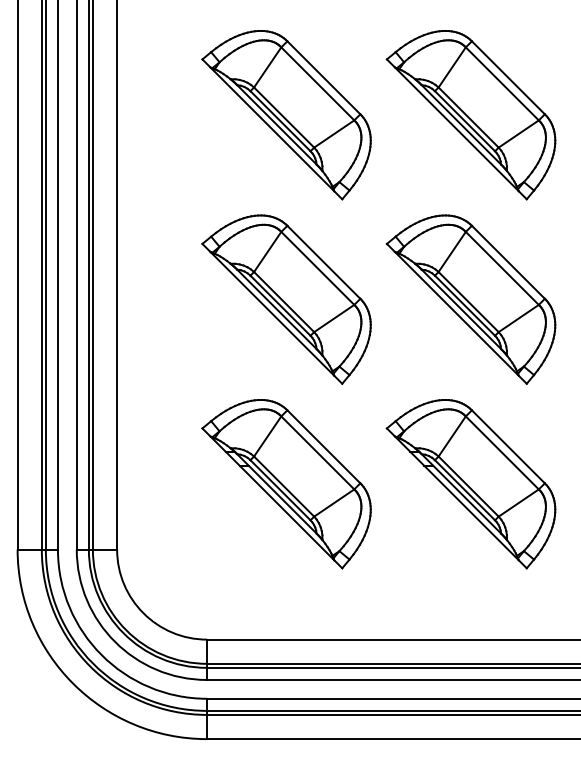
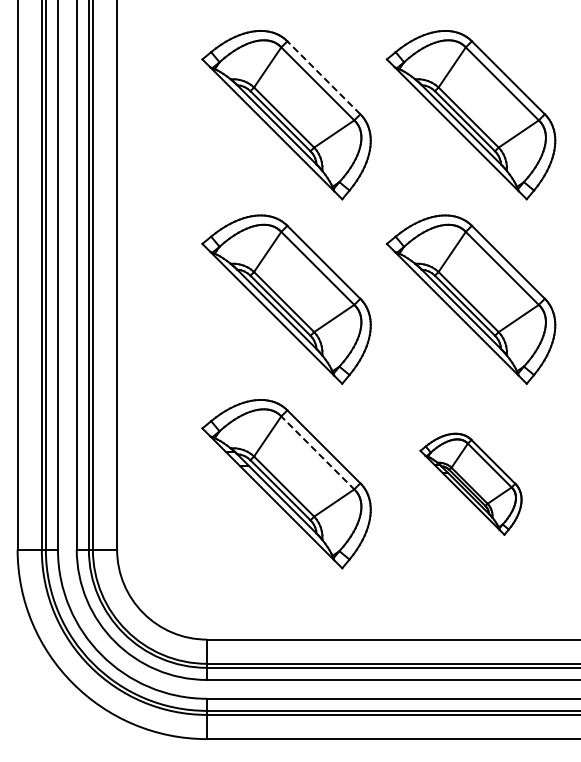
line at (323, 77): solid -> dashed
line at (318, 453): solid -> dashed
part at (470, 484) size: 172x171 px -> 104x104 px
